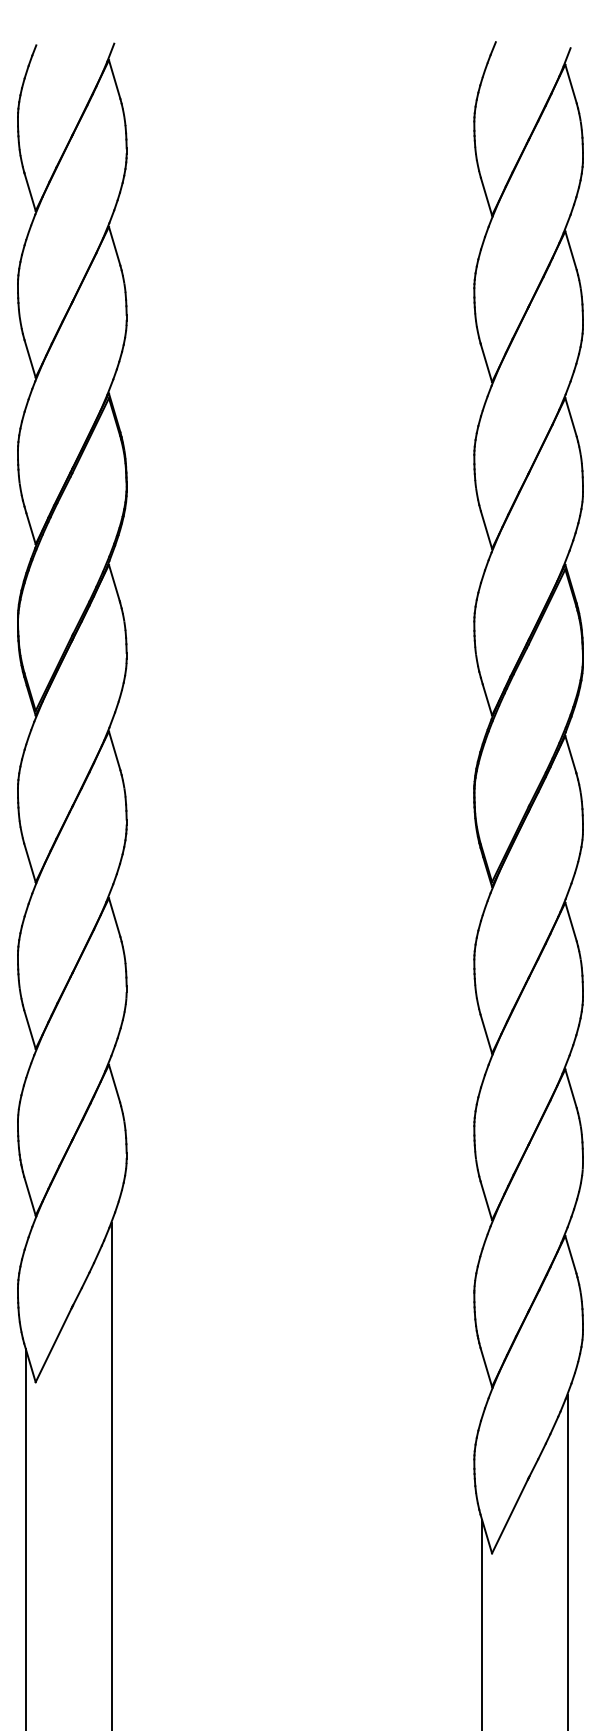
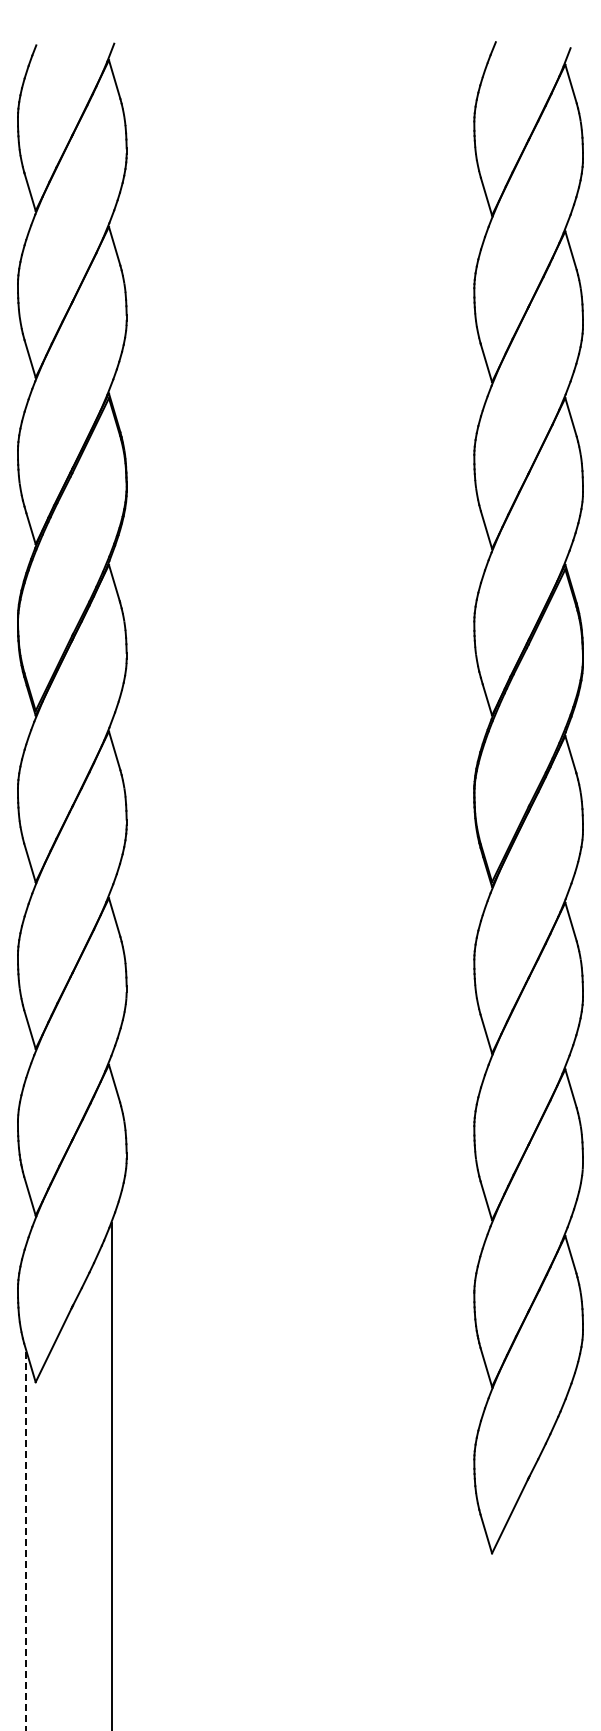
line at (25, 1539): solid -> dashed
line at (568, 1560): present -> none
line at (482, 1623): present -> none
